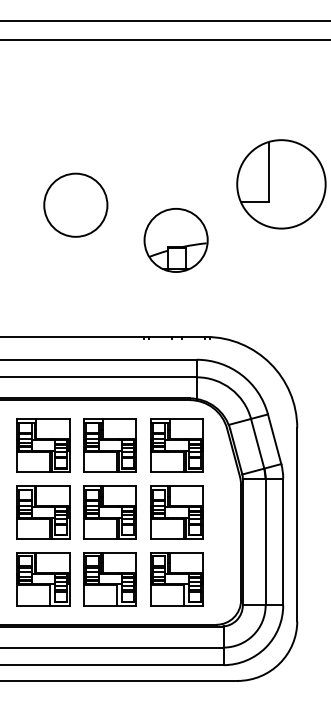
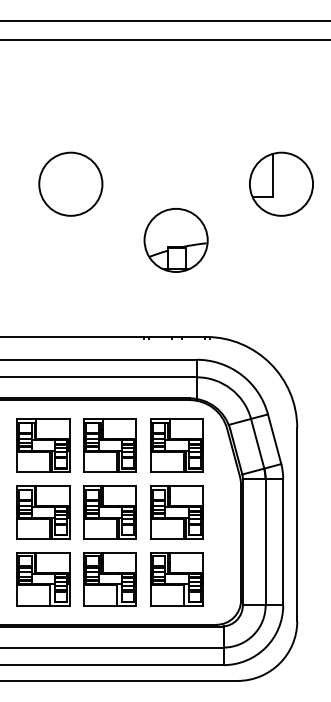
part at (281, 184) size: 91x91 px -> 65x66 px
circle at (75, 204) position: (75, 204) -> (70, 183)
